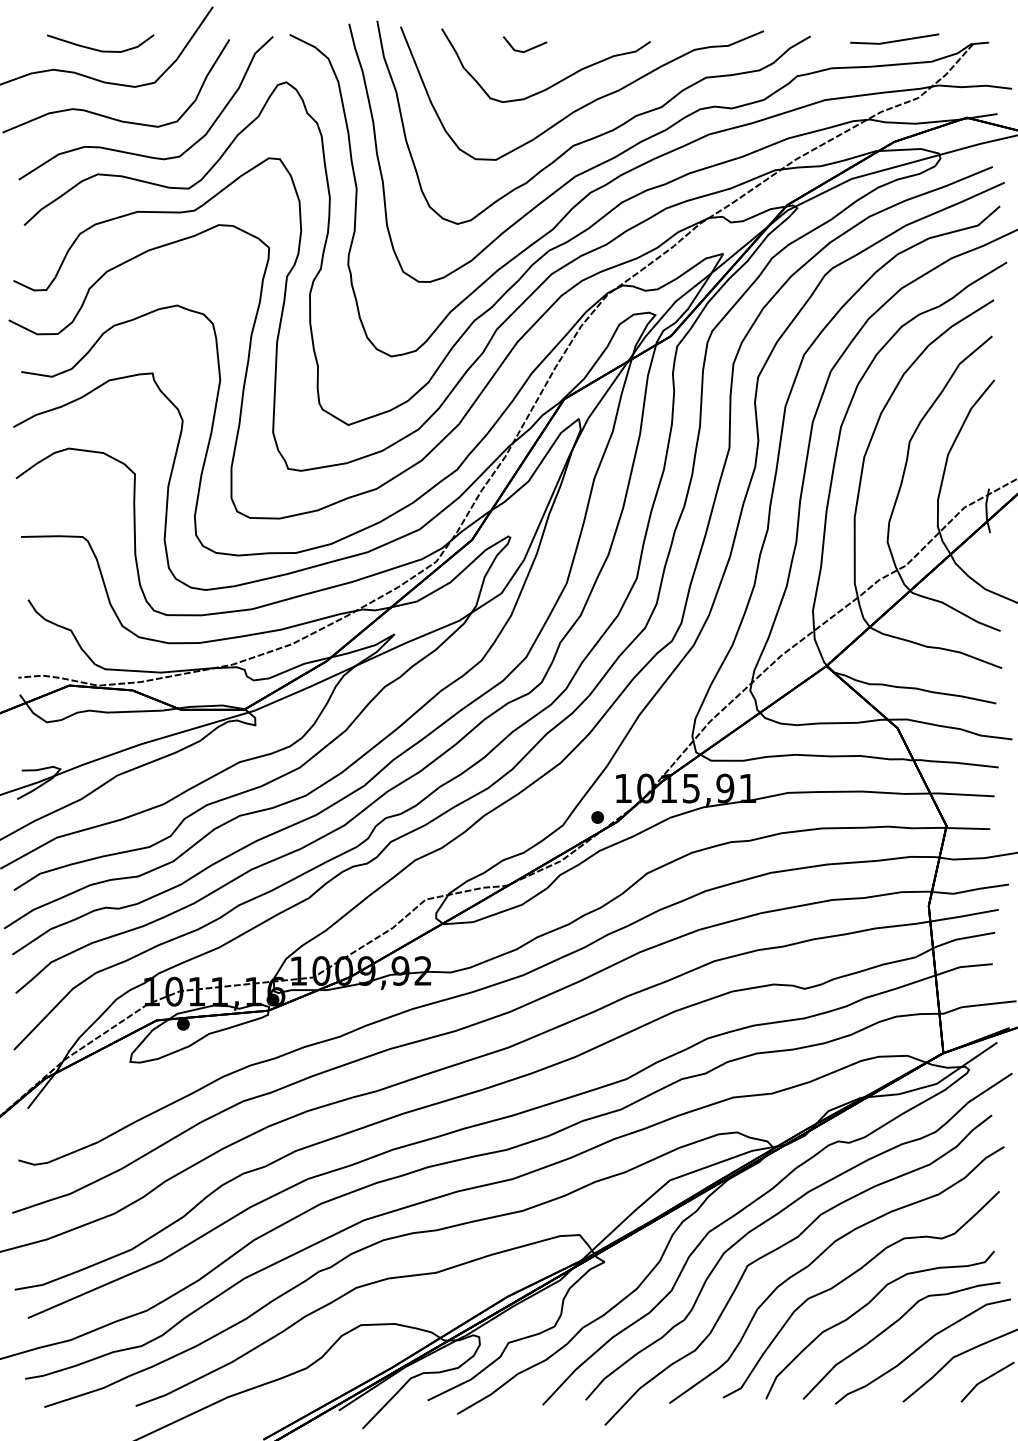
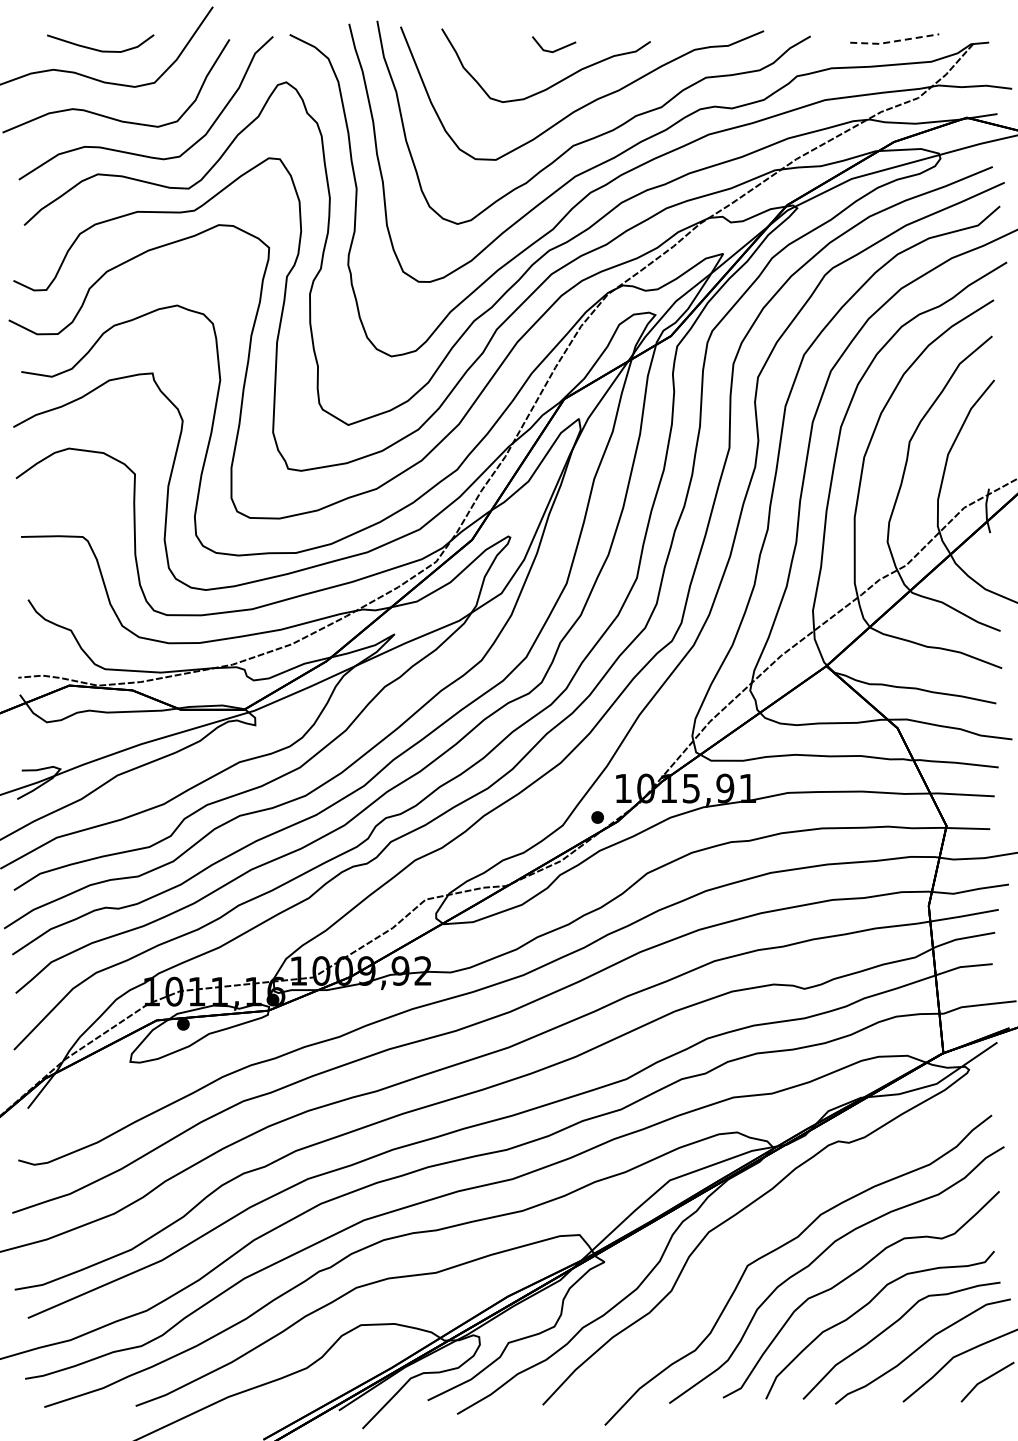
line at (894, 41): solid -> dashed
line at (527, 49) position: (527, 49) -> (556, 49)
curve at (781, 1212): present -> none
